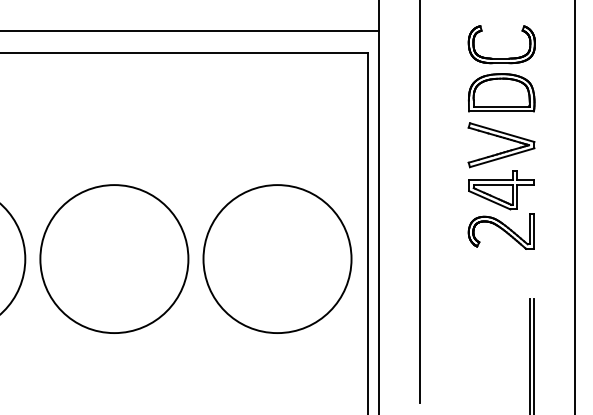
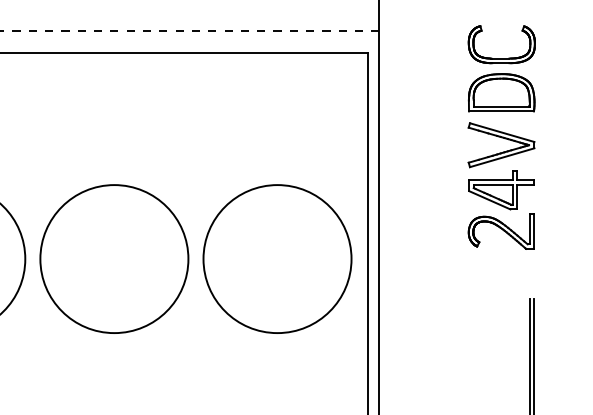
line at (189, 30): solid -> dashed
line at (420, 202): present -> none
line at (575, 206): present -> none
